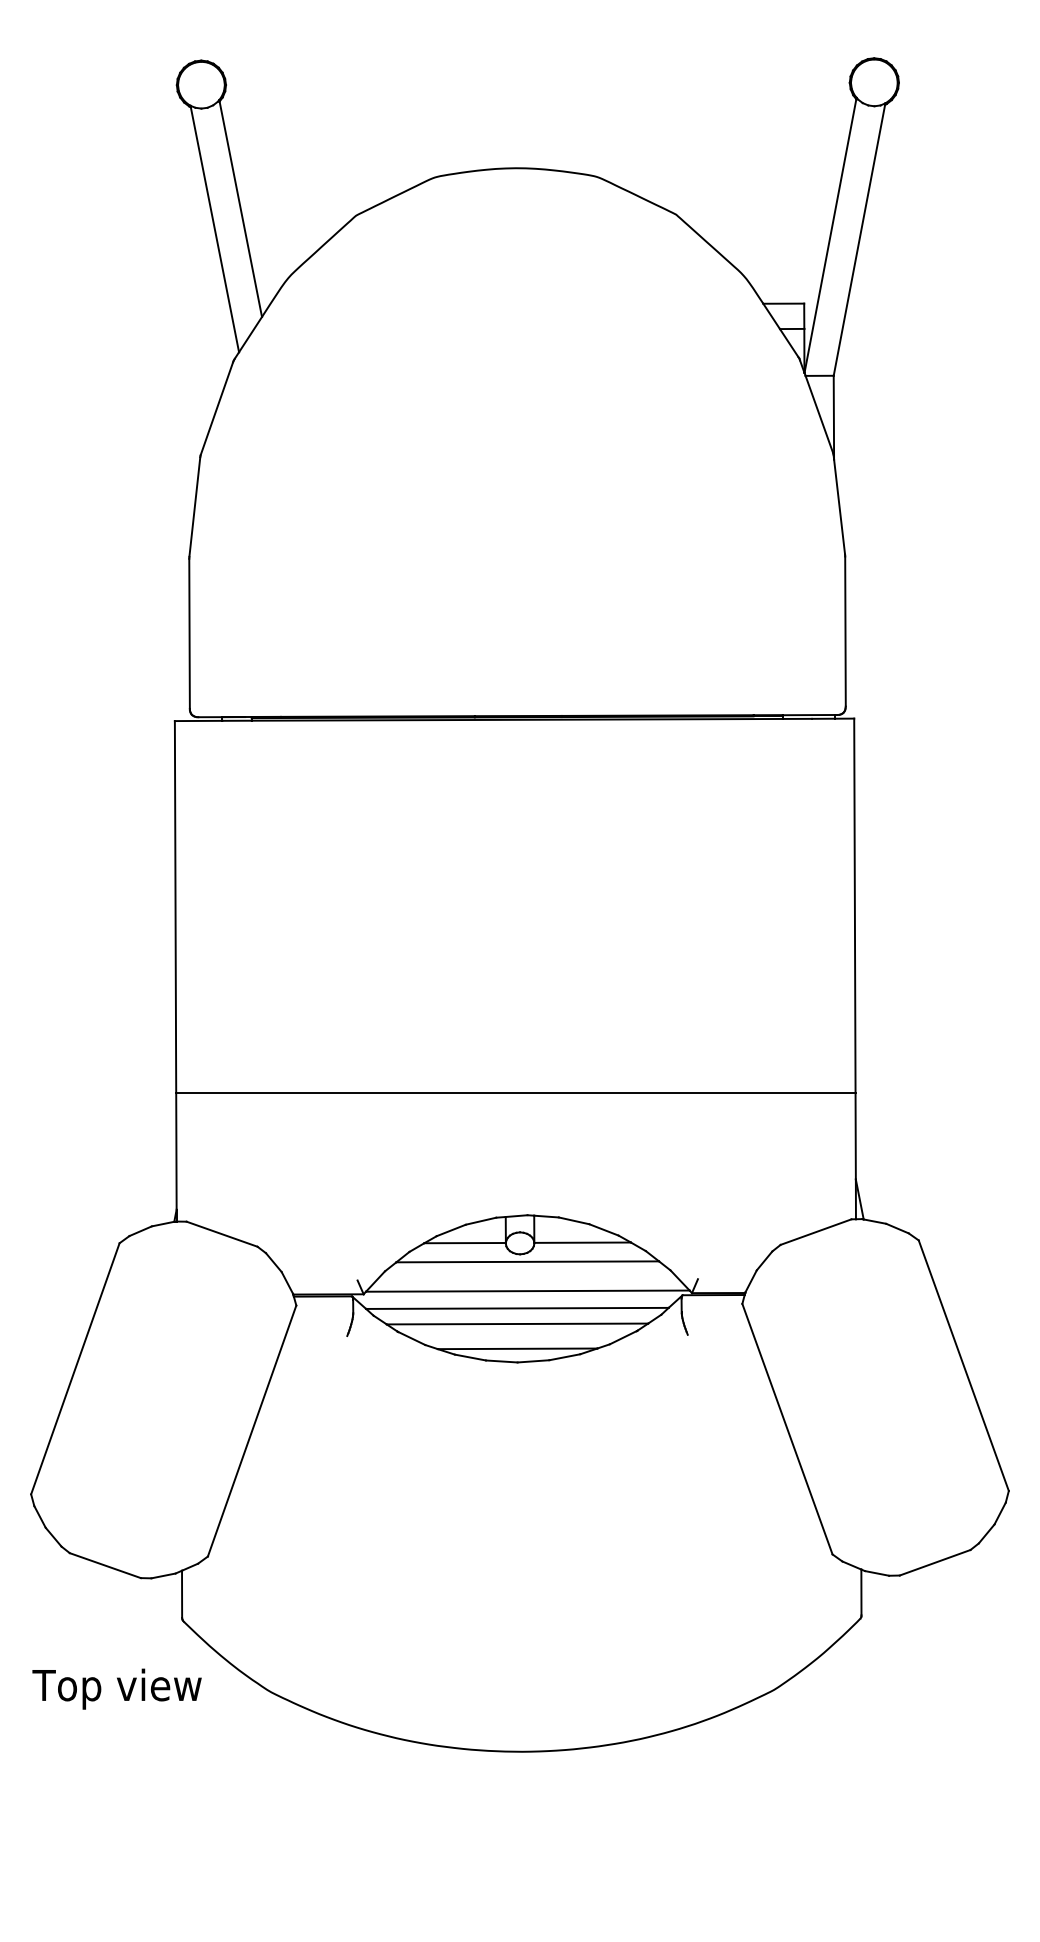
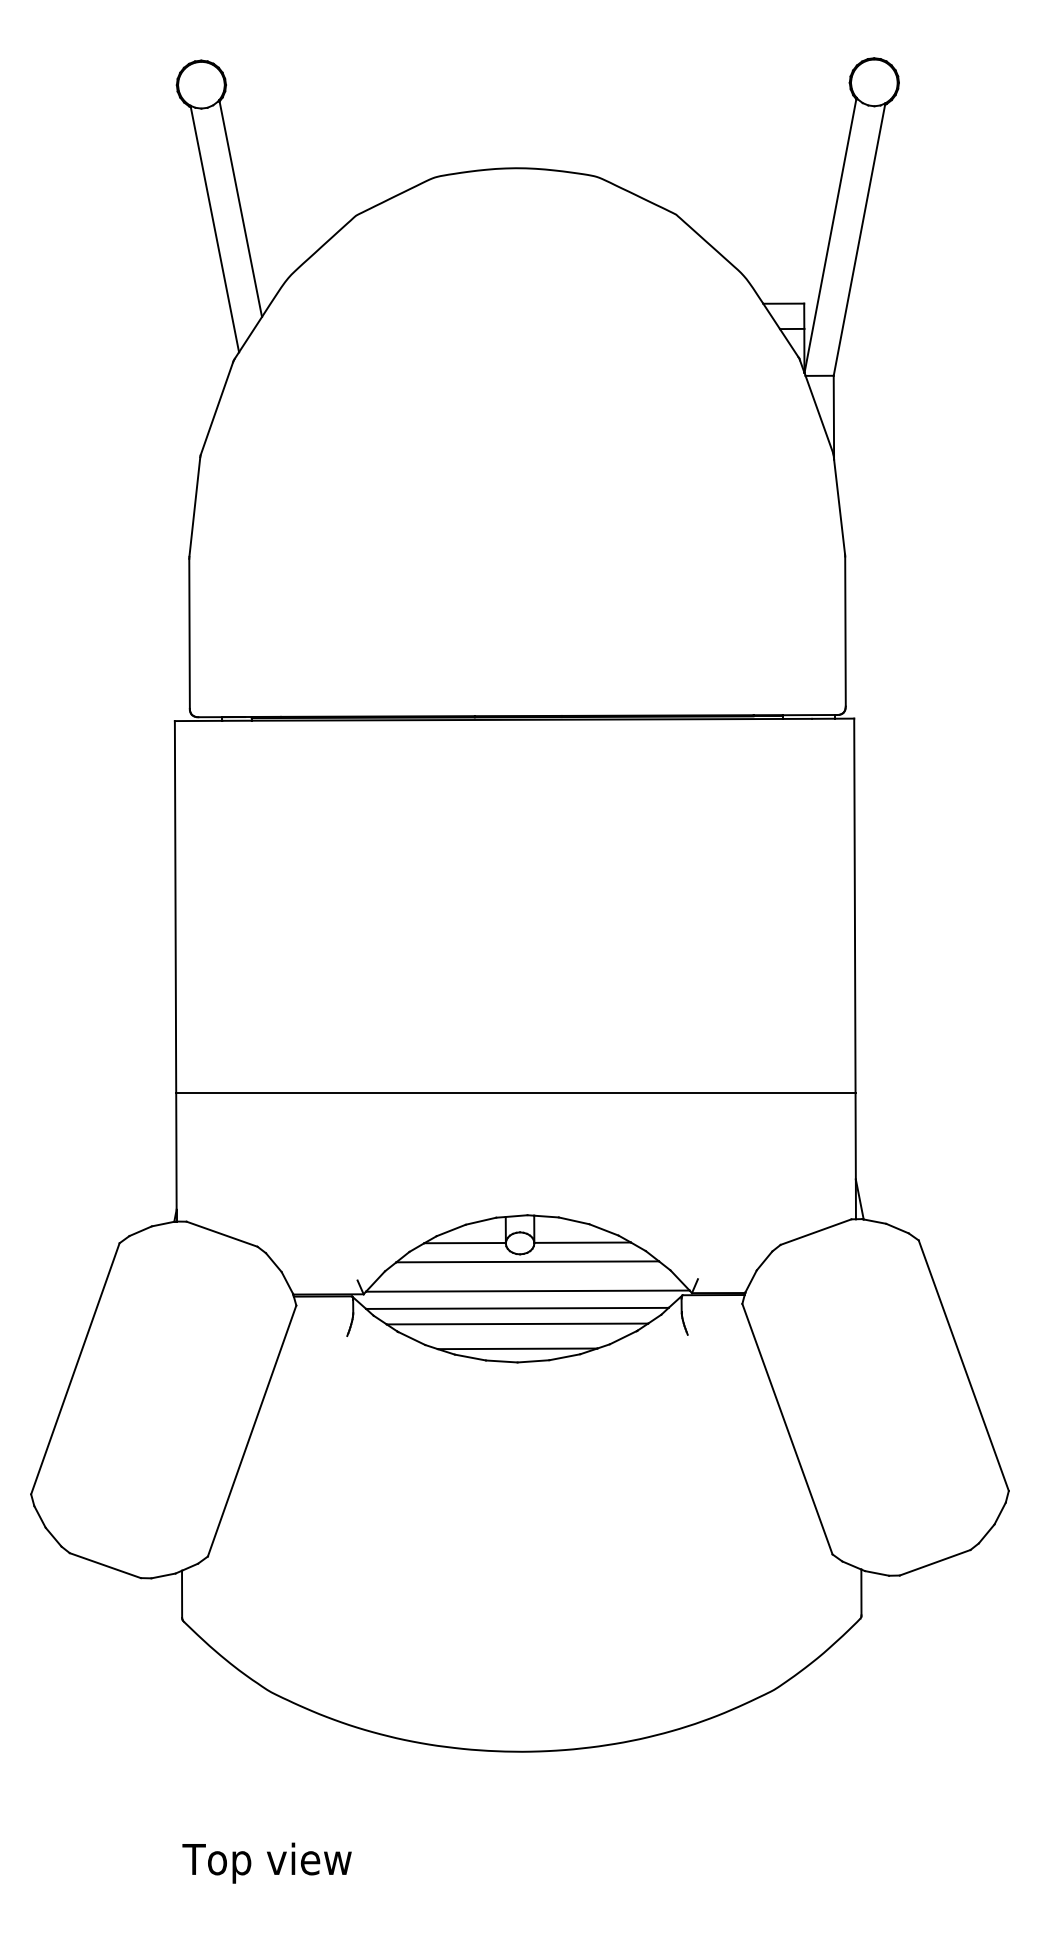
text at (116, 1688) position: (116, 1688) -> (266, 1862)
